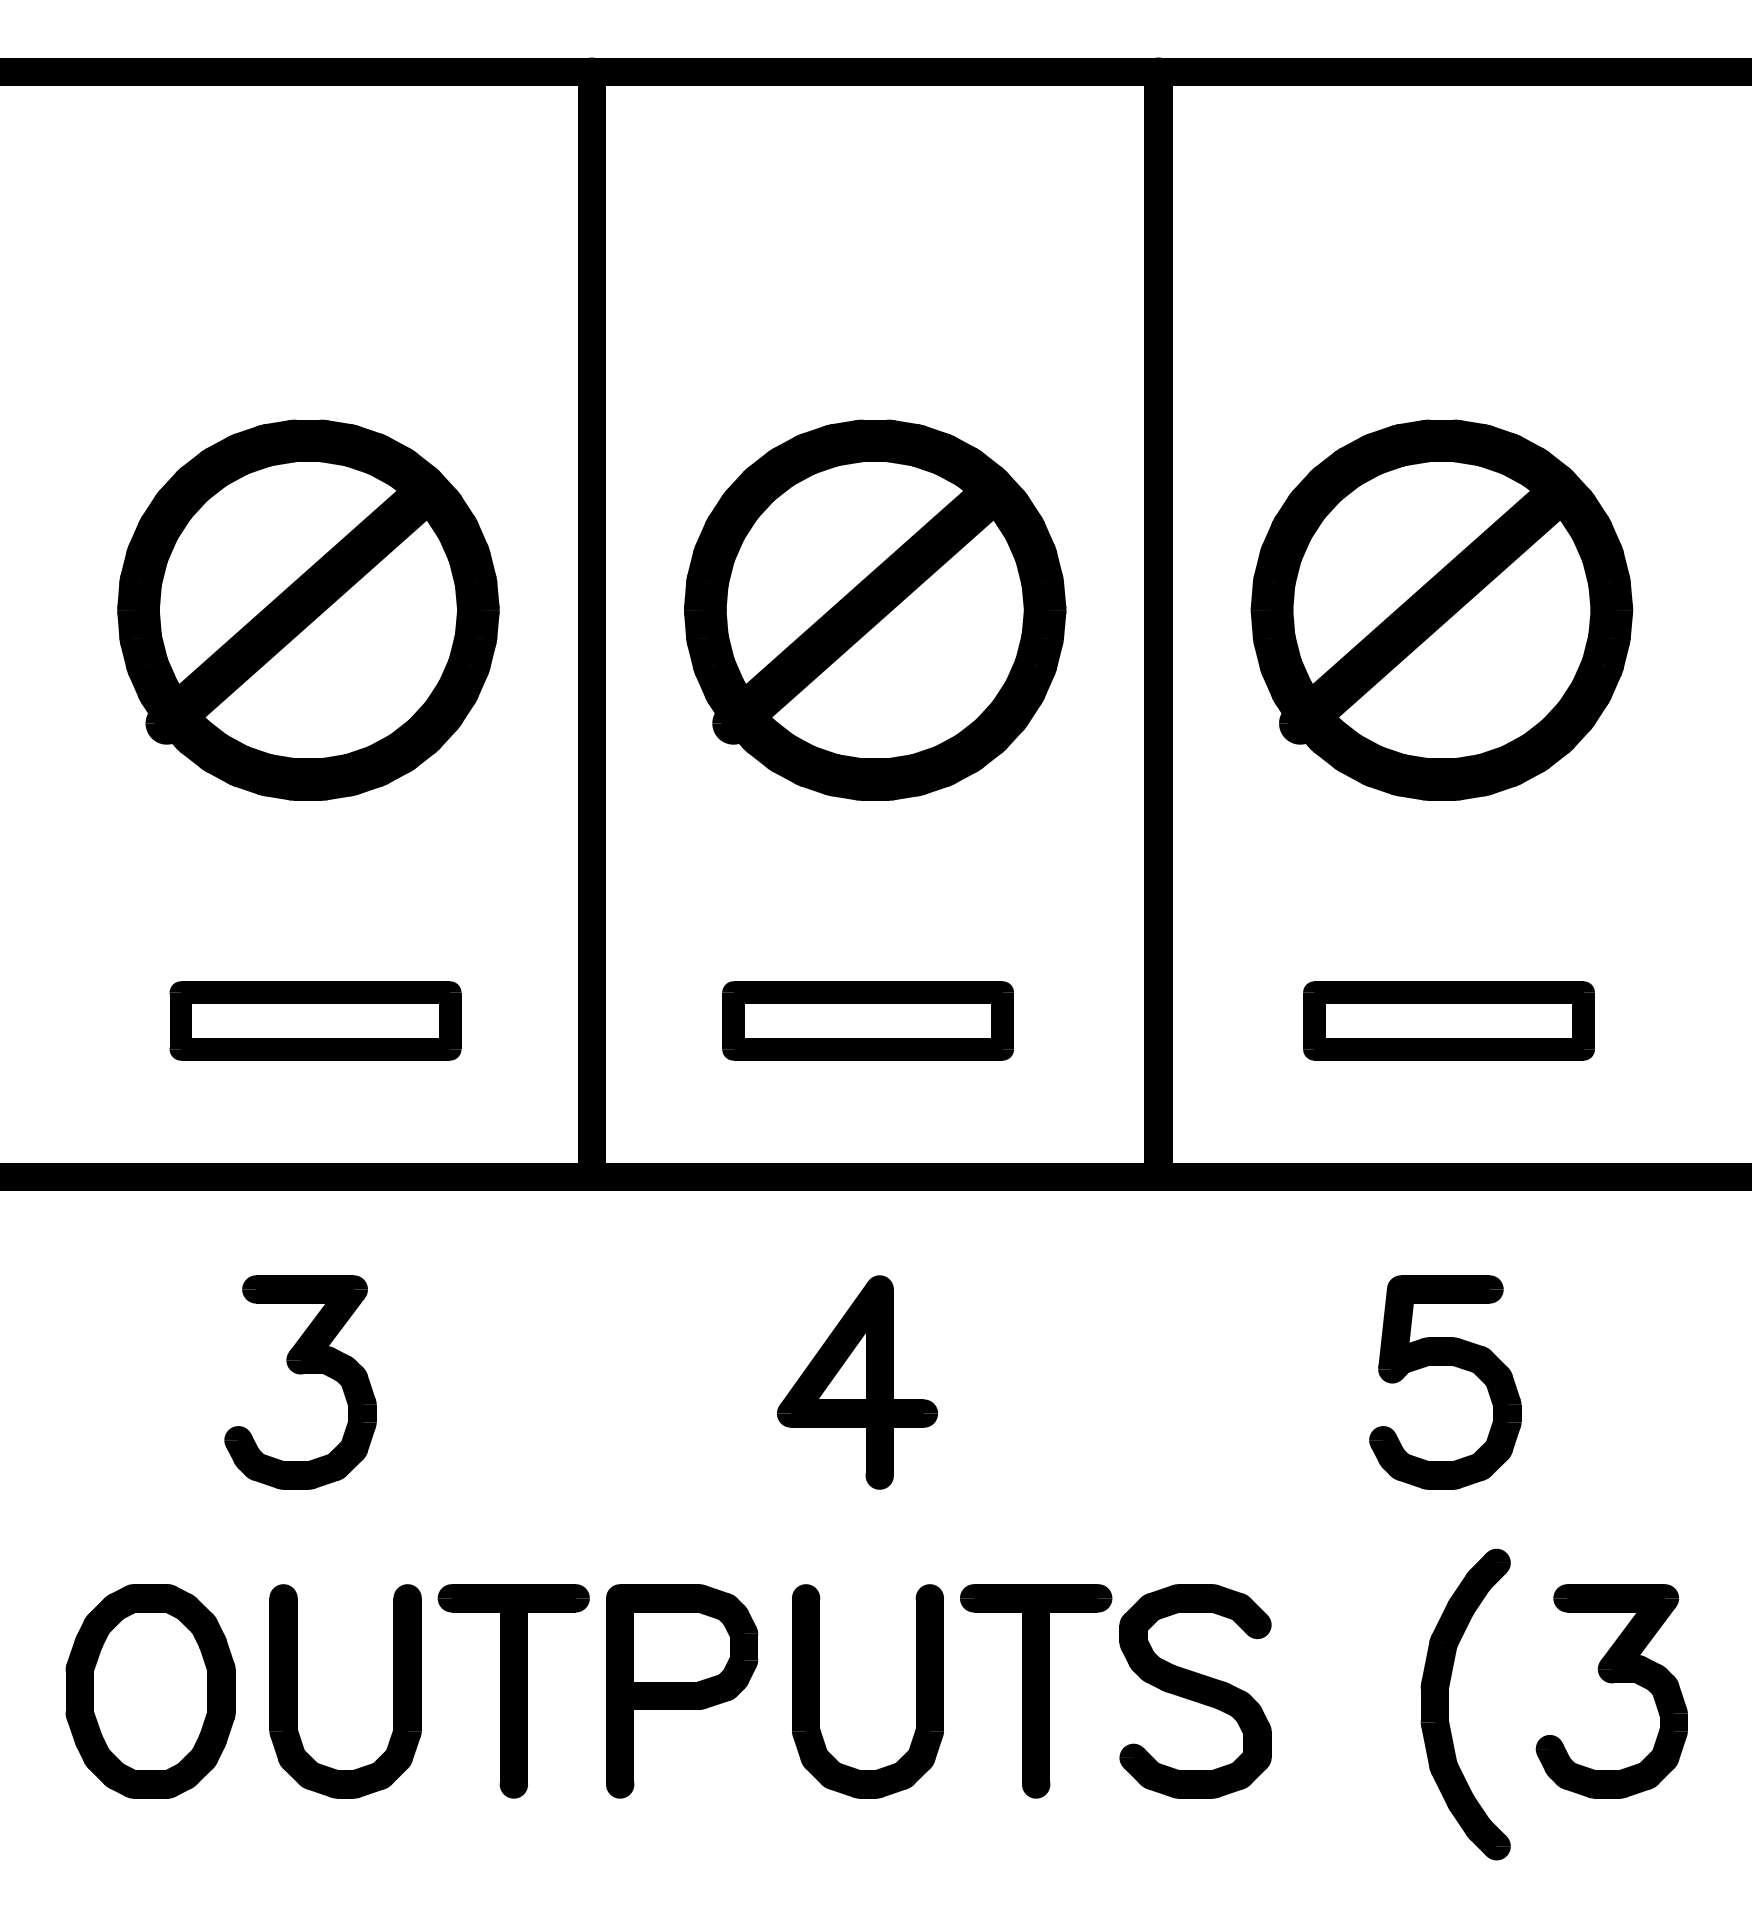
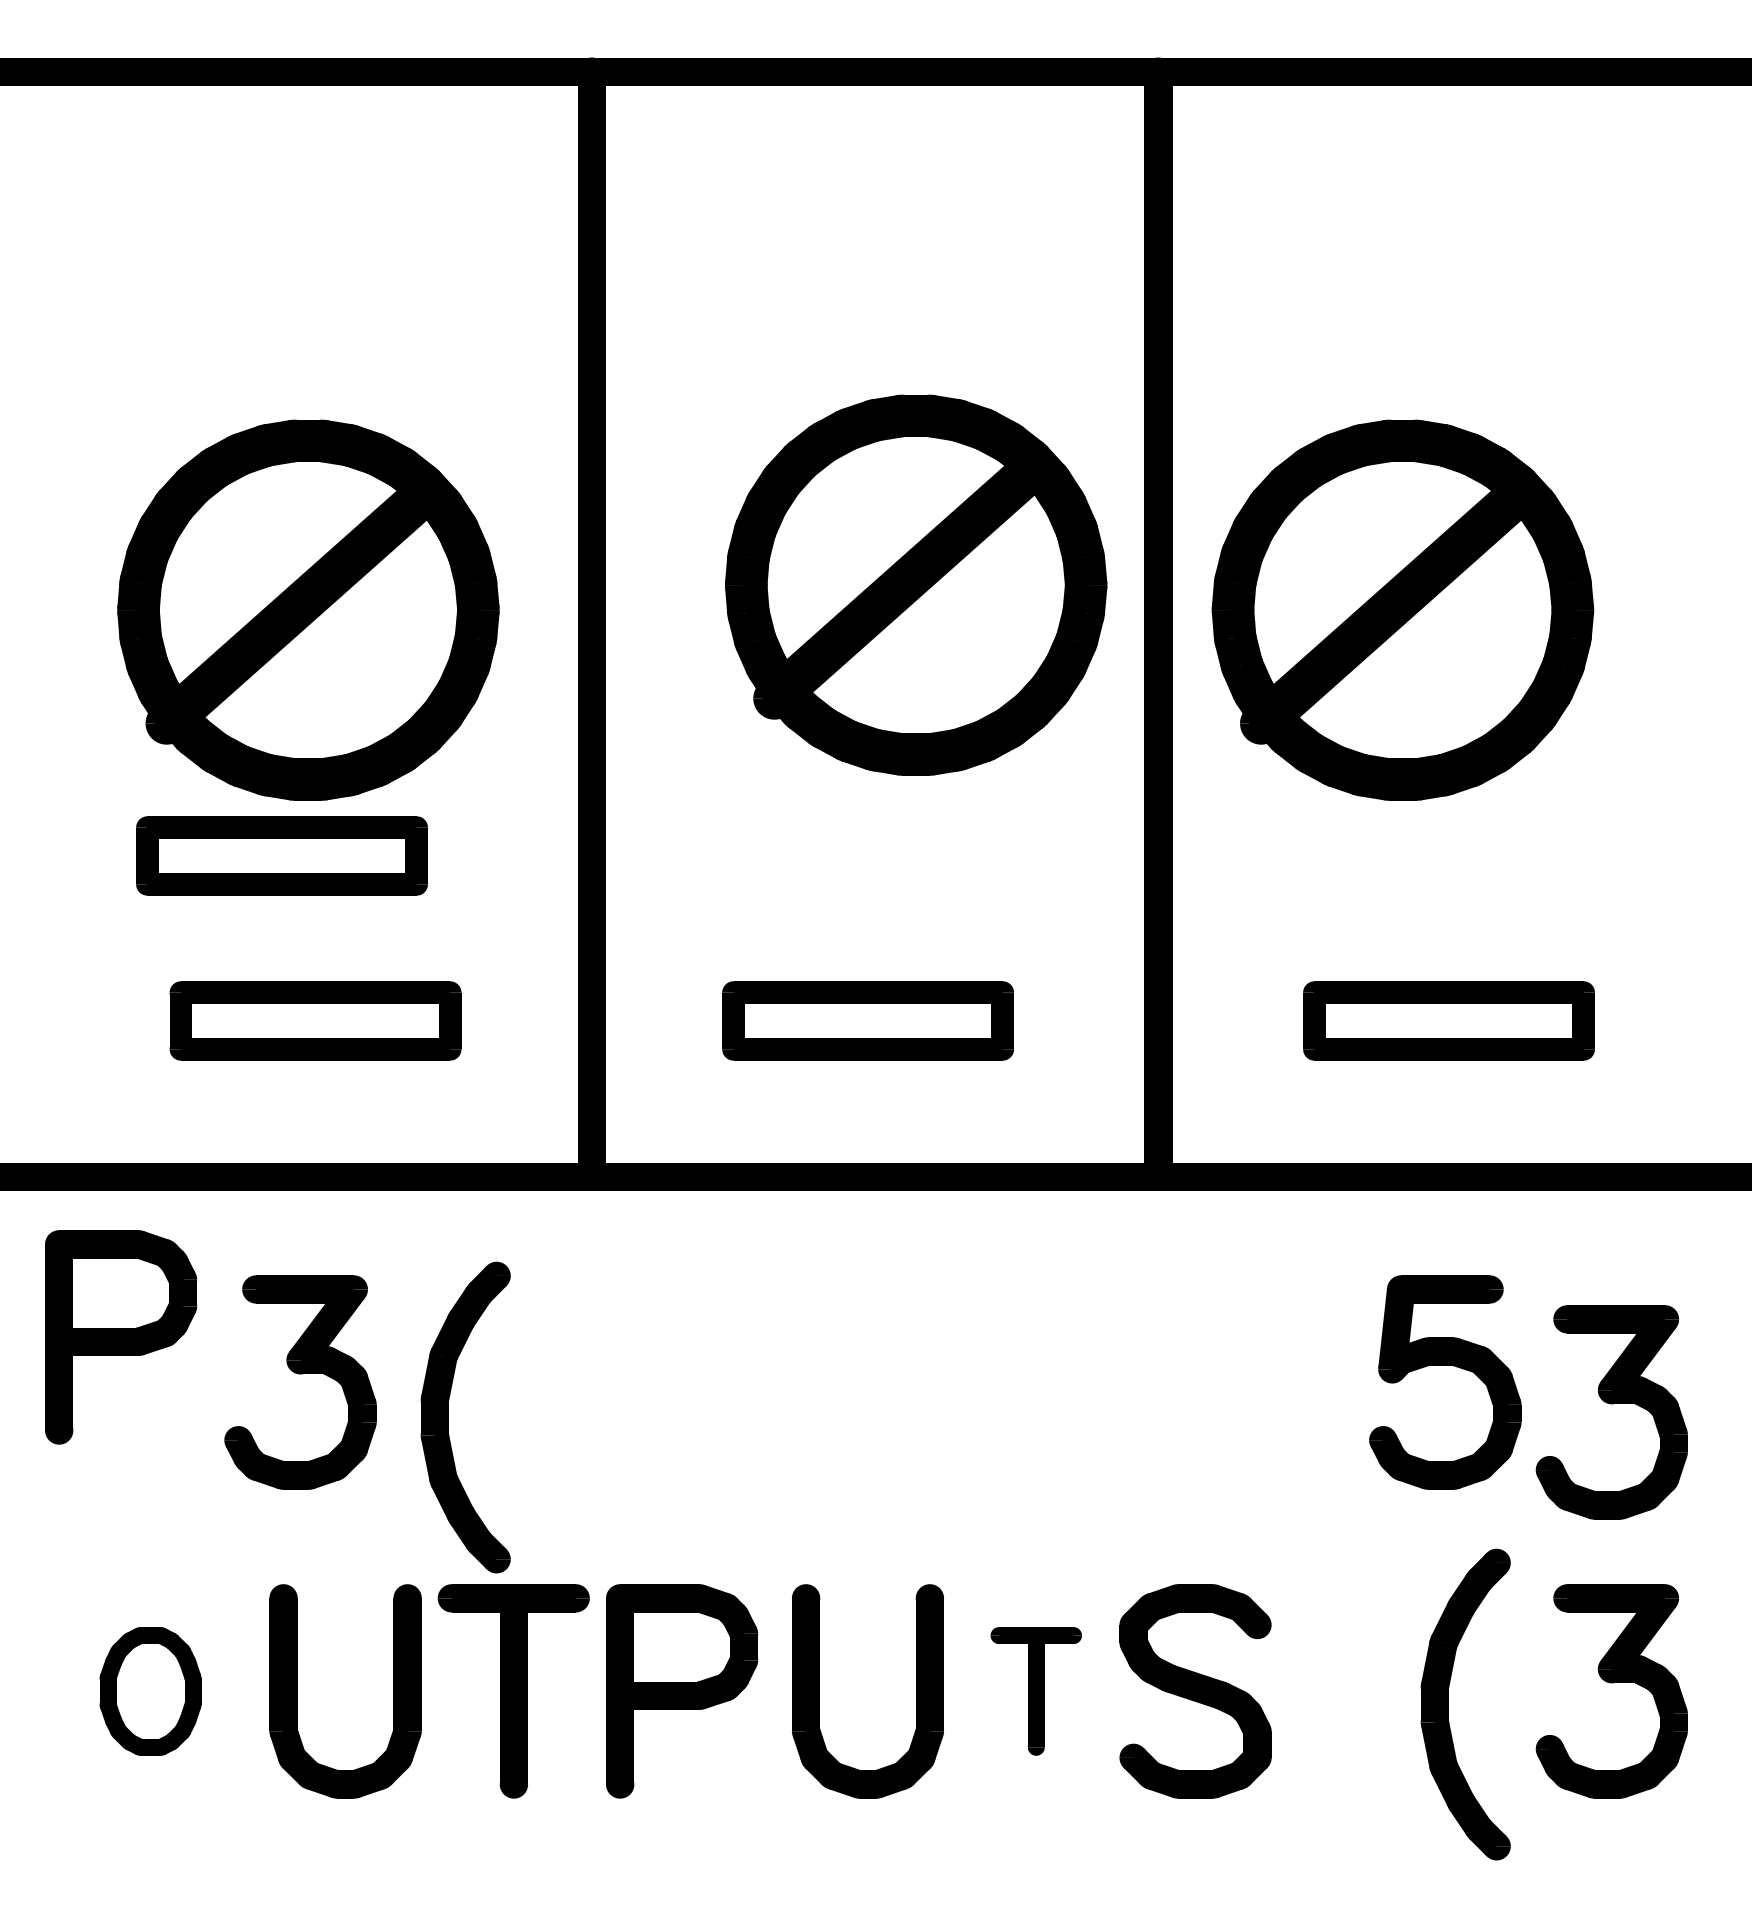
part at (875, 609) position: (875, 609) -> (916, 584)
part at (1441, 609) position: (1441, 609) -> (1402, 609)
part at (281, 855): none -> present
part at (121, 1337): none -> present
part at (857, 1382): present -> none
part at (1611, 1404): none -> present
part at (448, 1417): none -> present
part at (150, 1691) size: 171x215 px -> 103x129 px
part at (1036, 1691) size: 153x215 px -> 92x129 px
